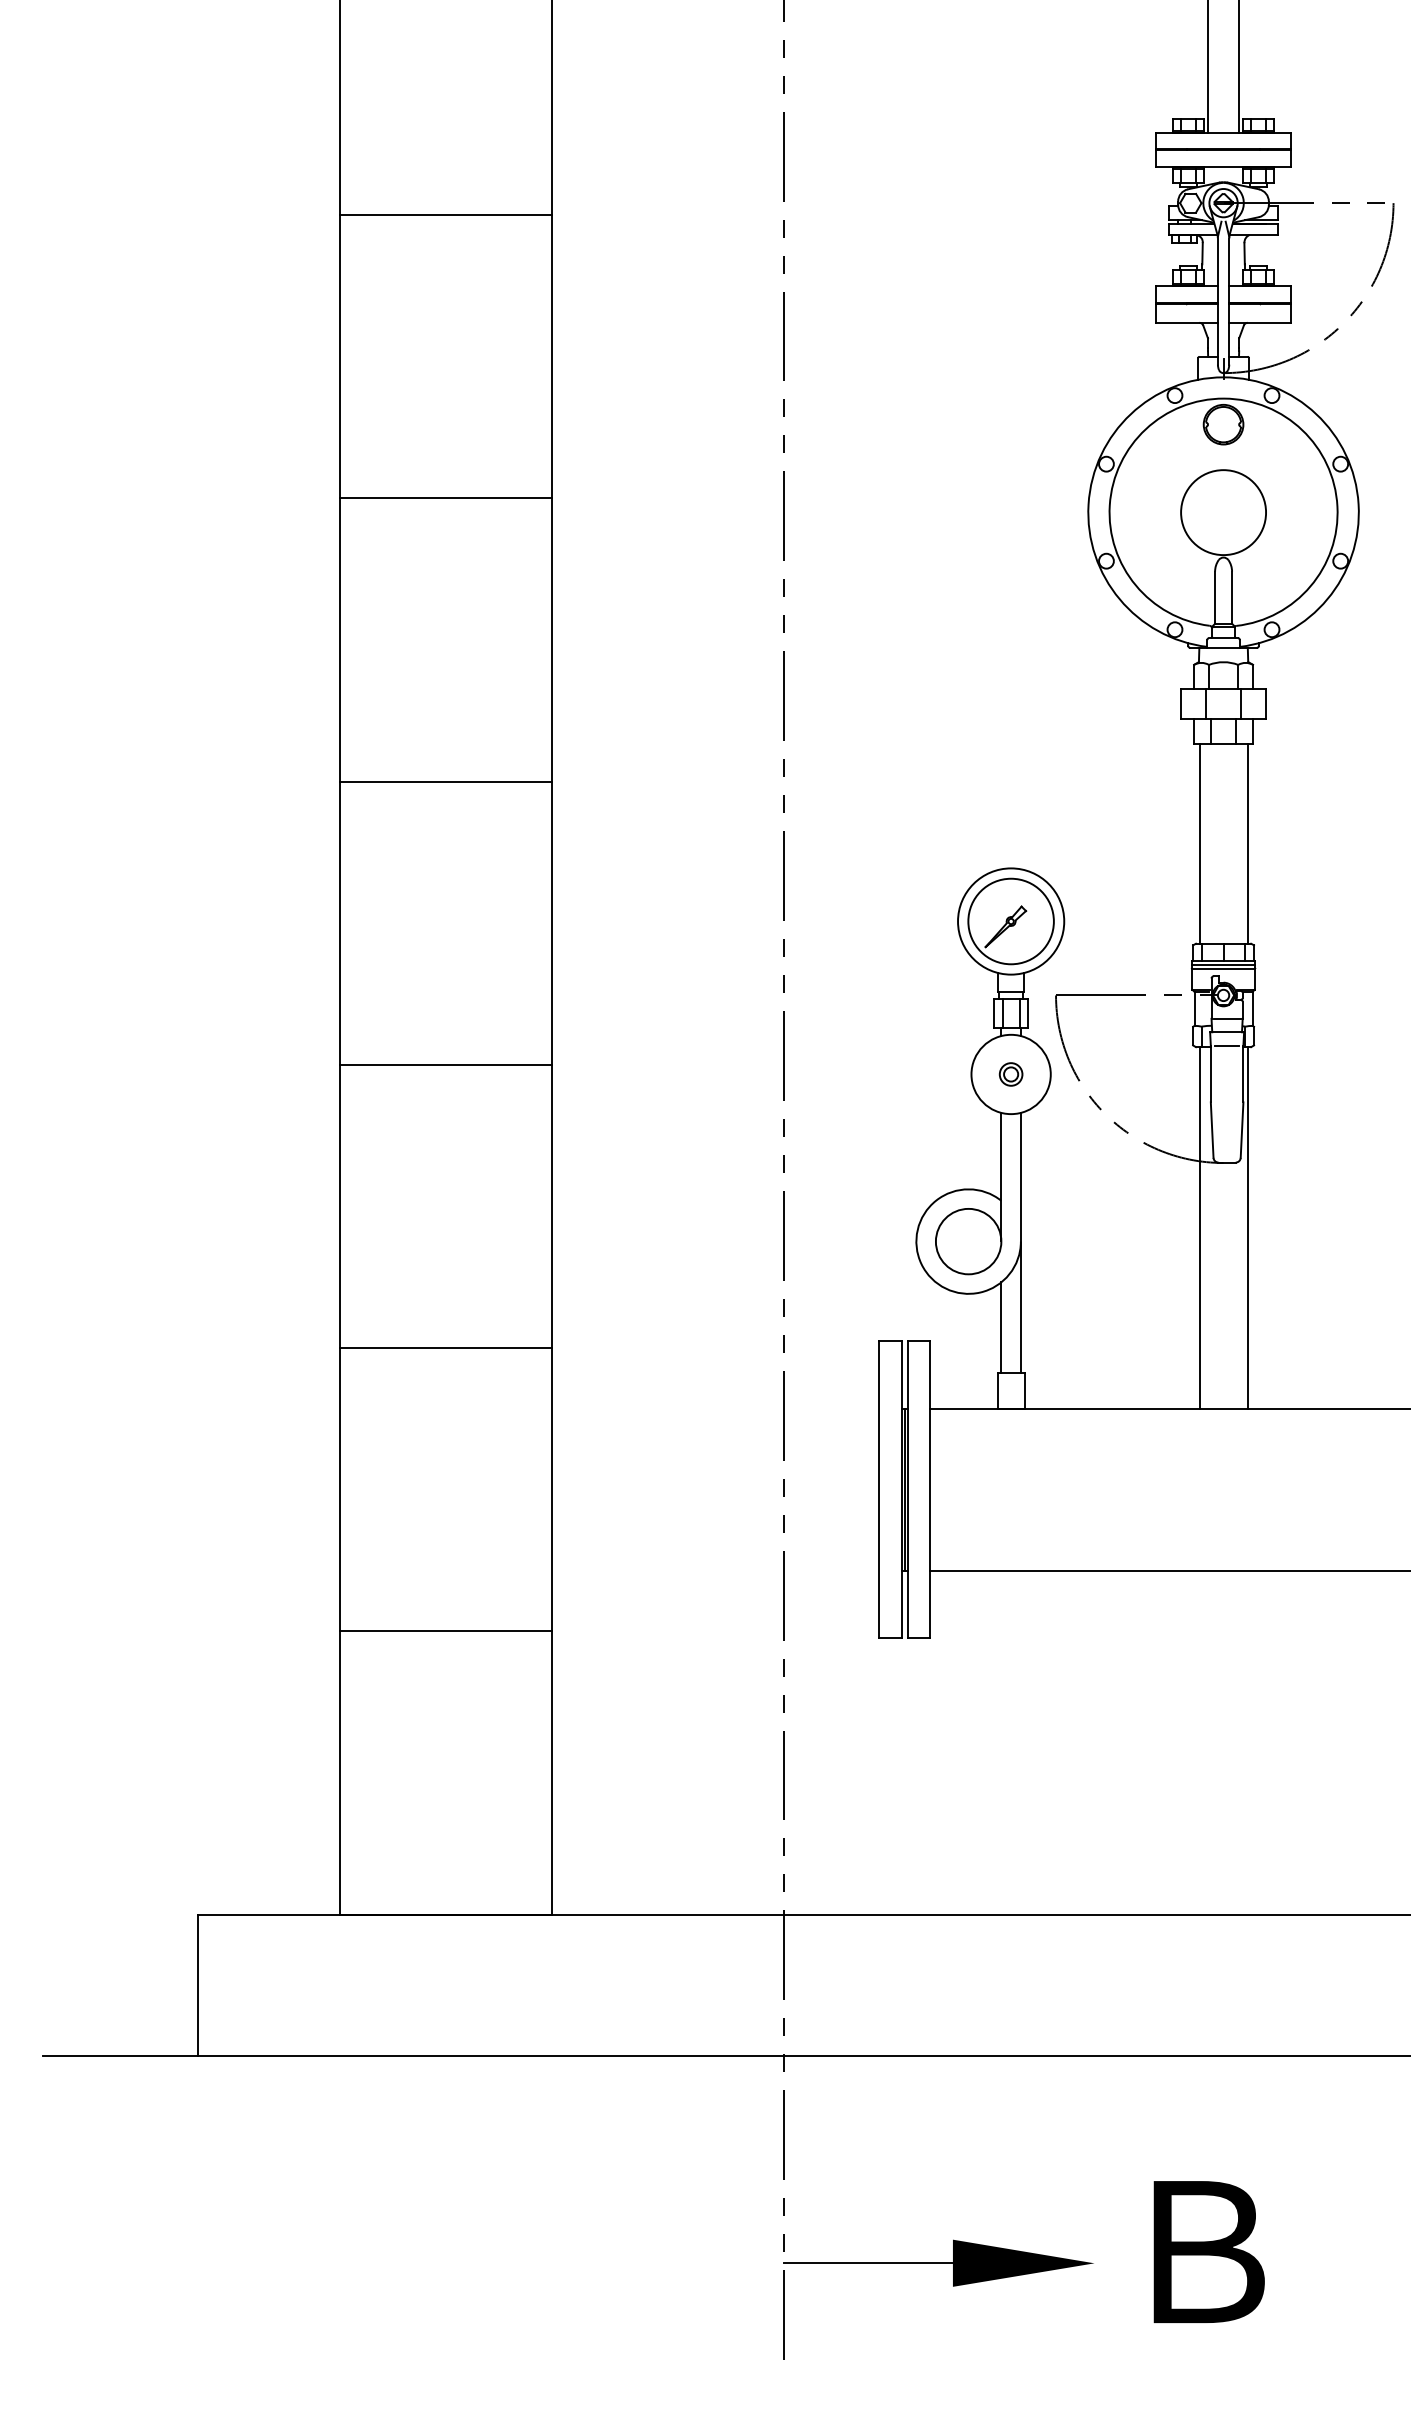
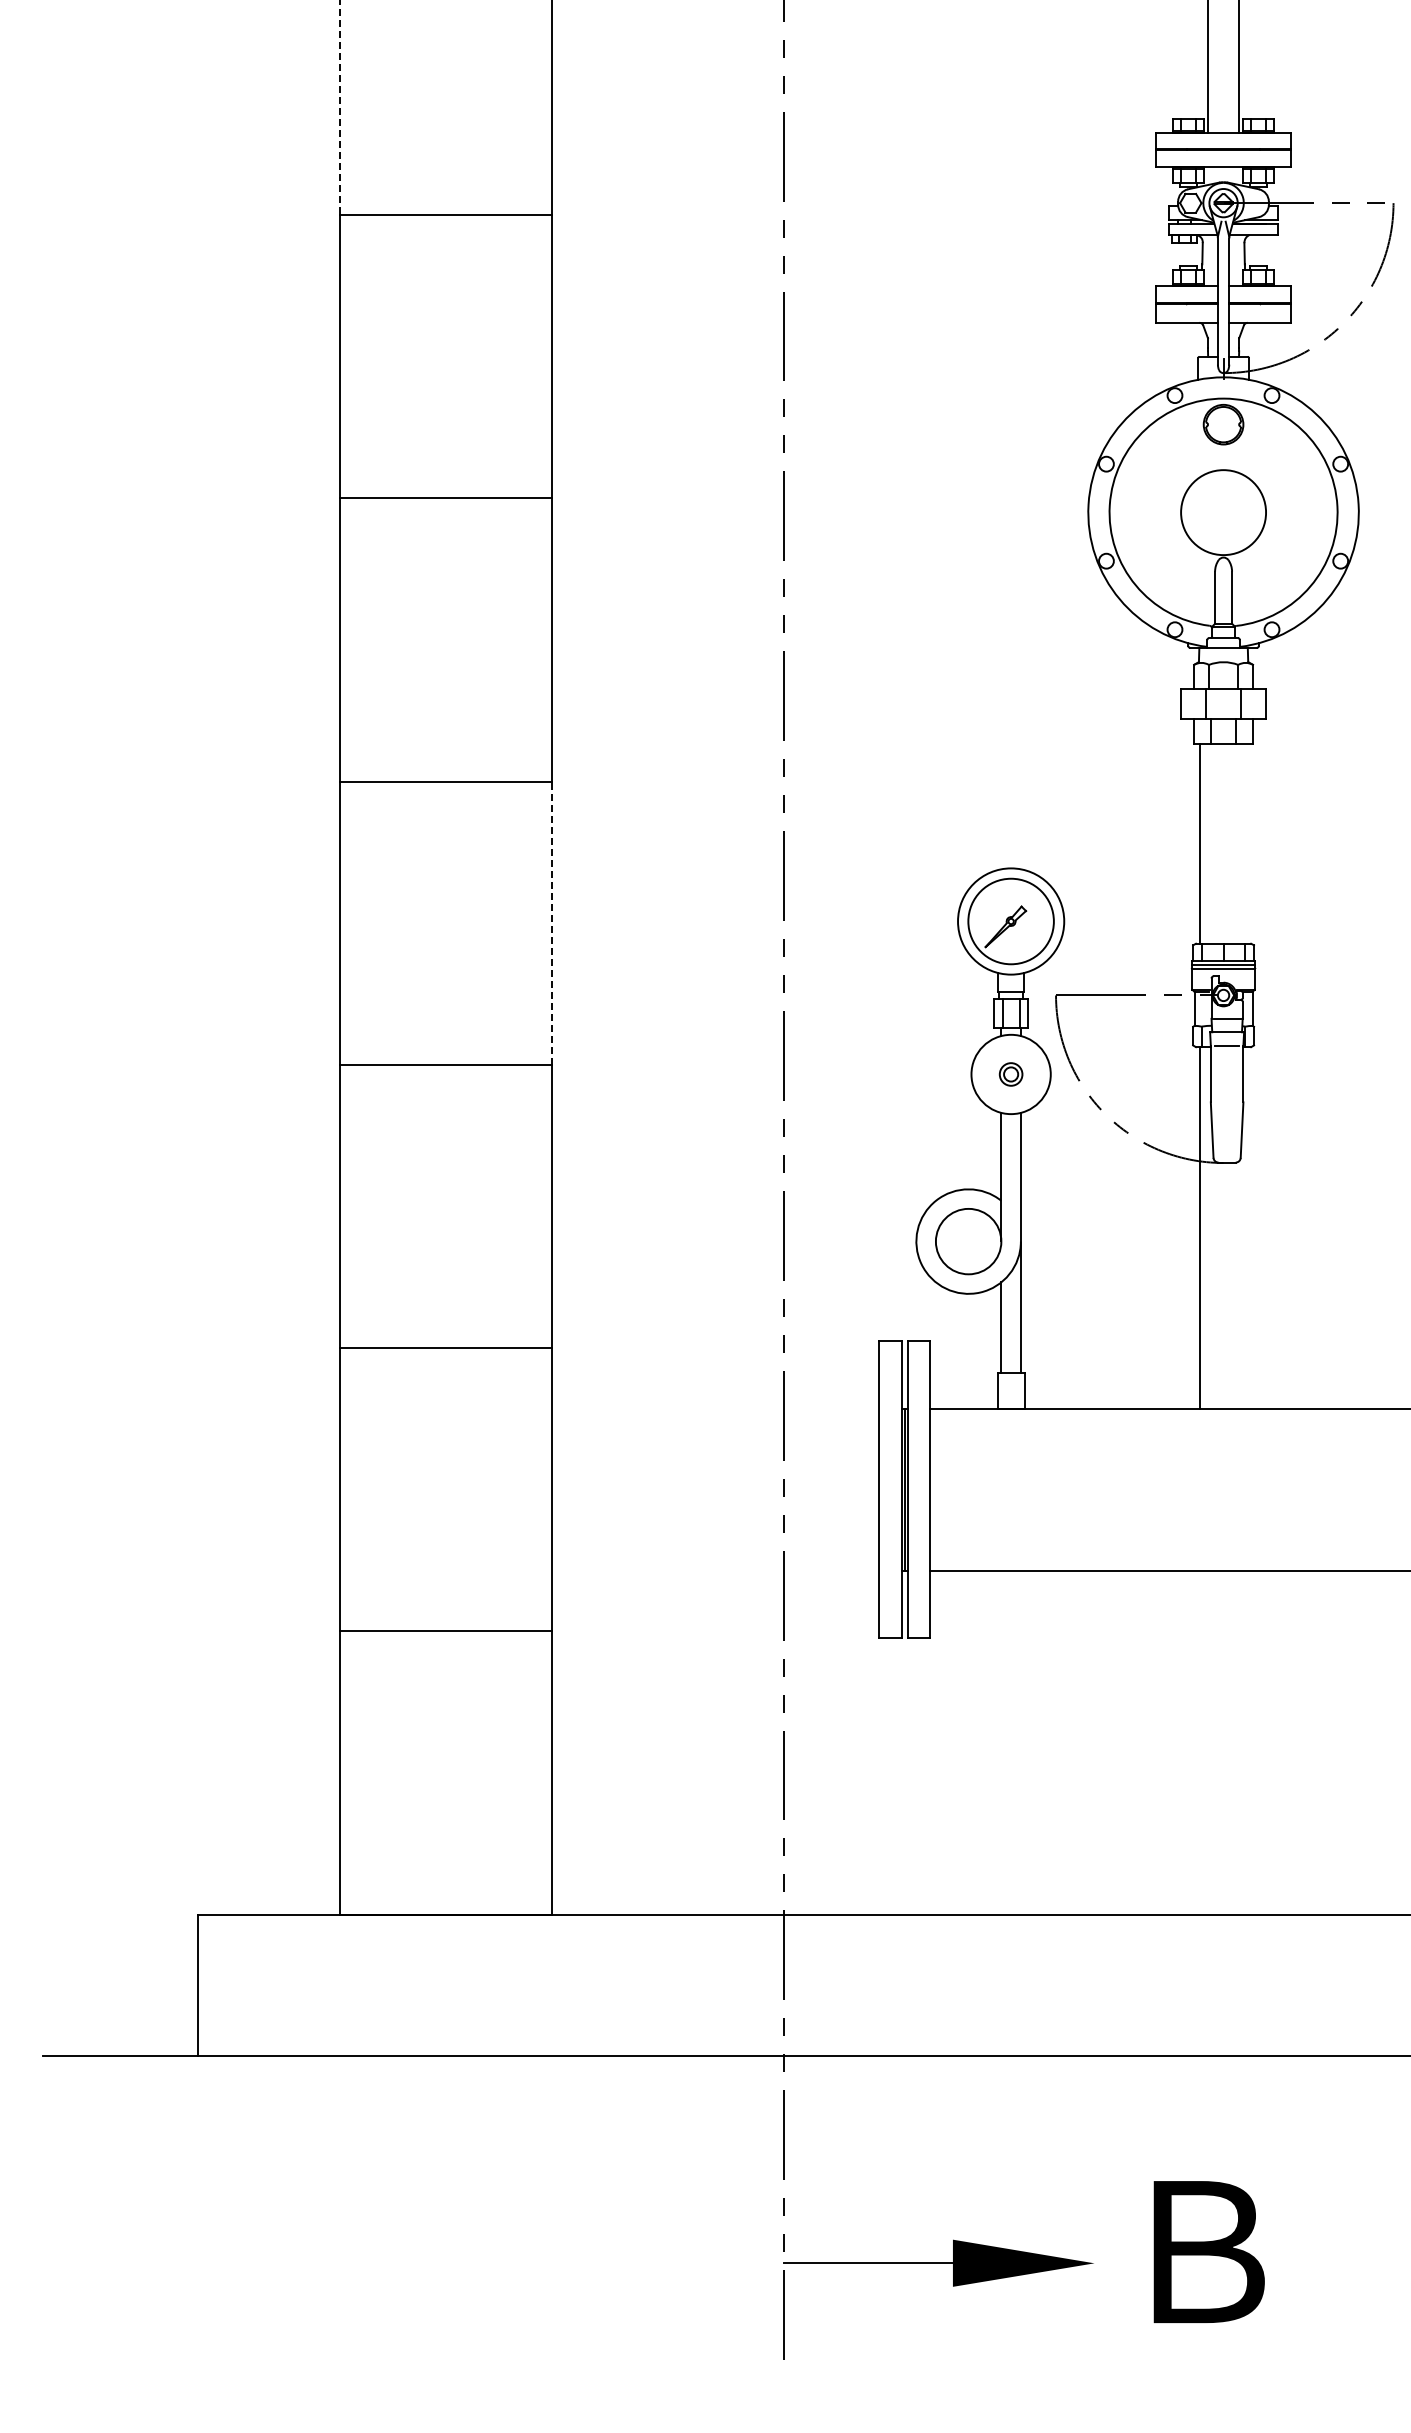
line at (339, 108): solid -> dashed
line at (1247, 843): present -> none
line at (552, 923): solid -> dashed
line at (1247, 1227): present -> none
